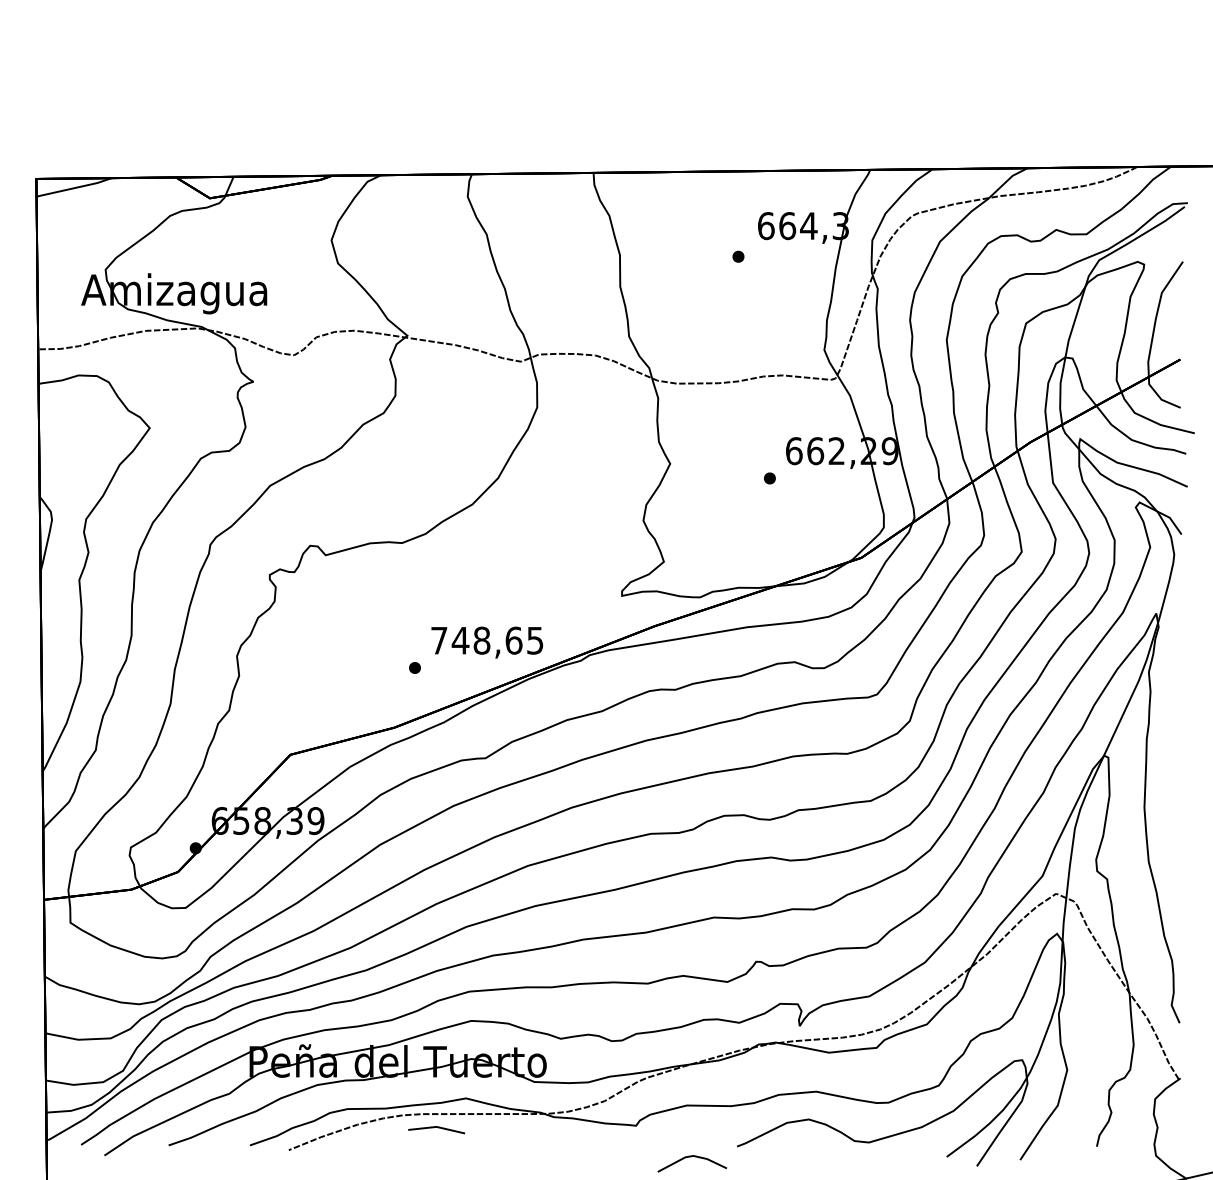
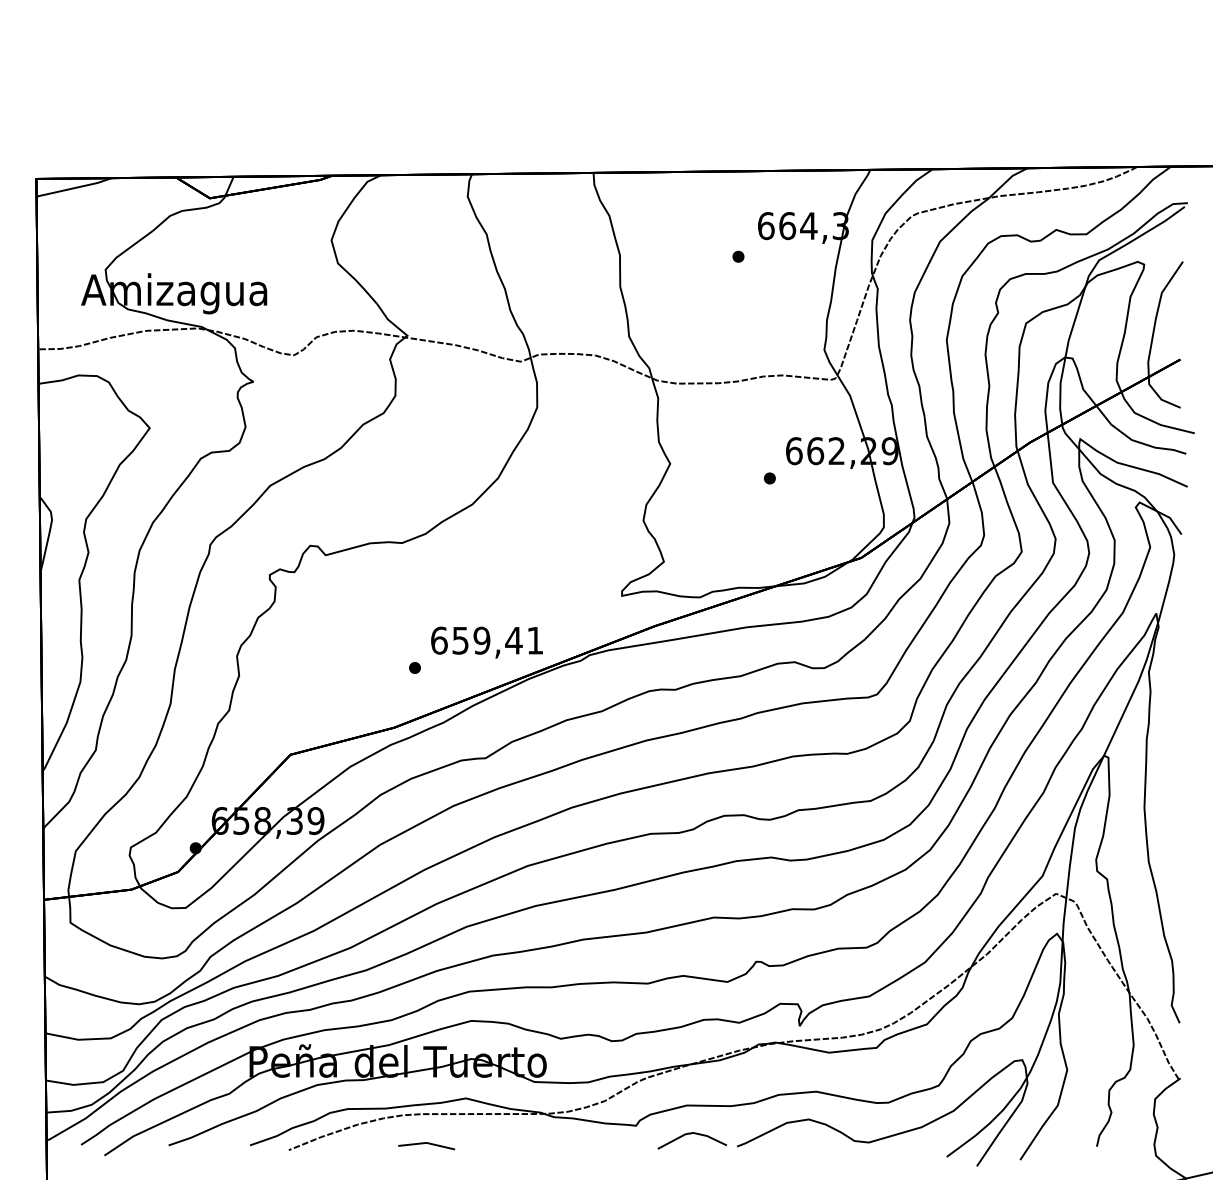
text at (487, 640): 748,65 -> 659,41
line at (438, 1128) position: (438, 1128) -> (428, 1144)
line at (691, 1157) position: (691, 1157) -> (691, 1134)
